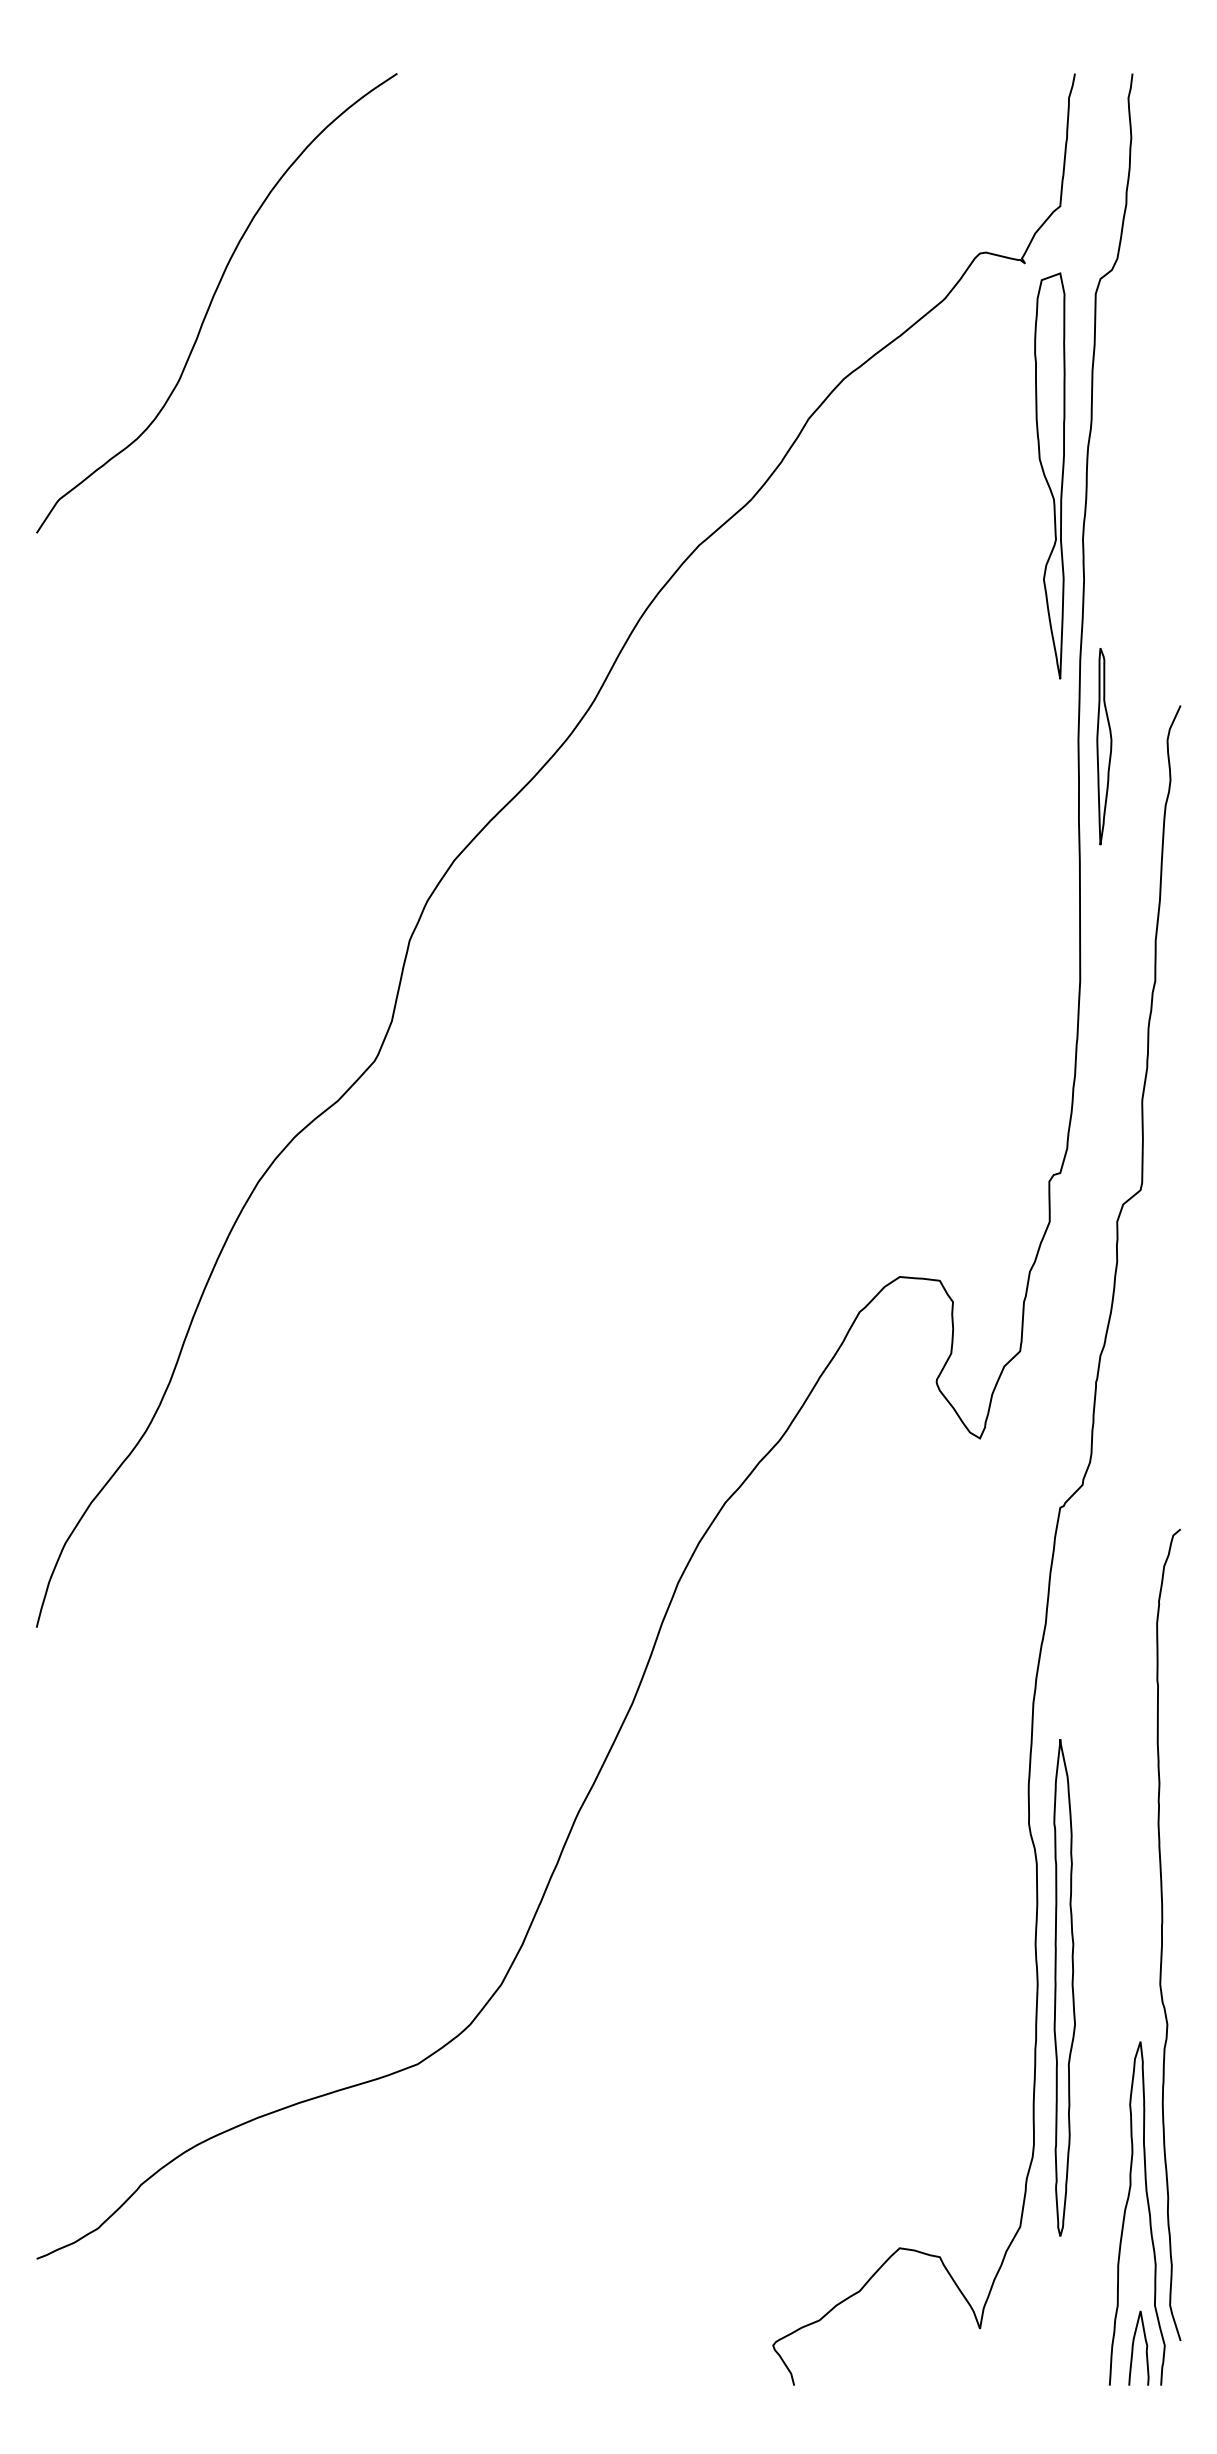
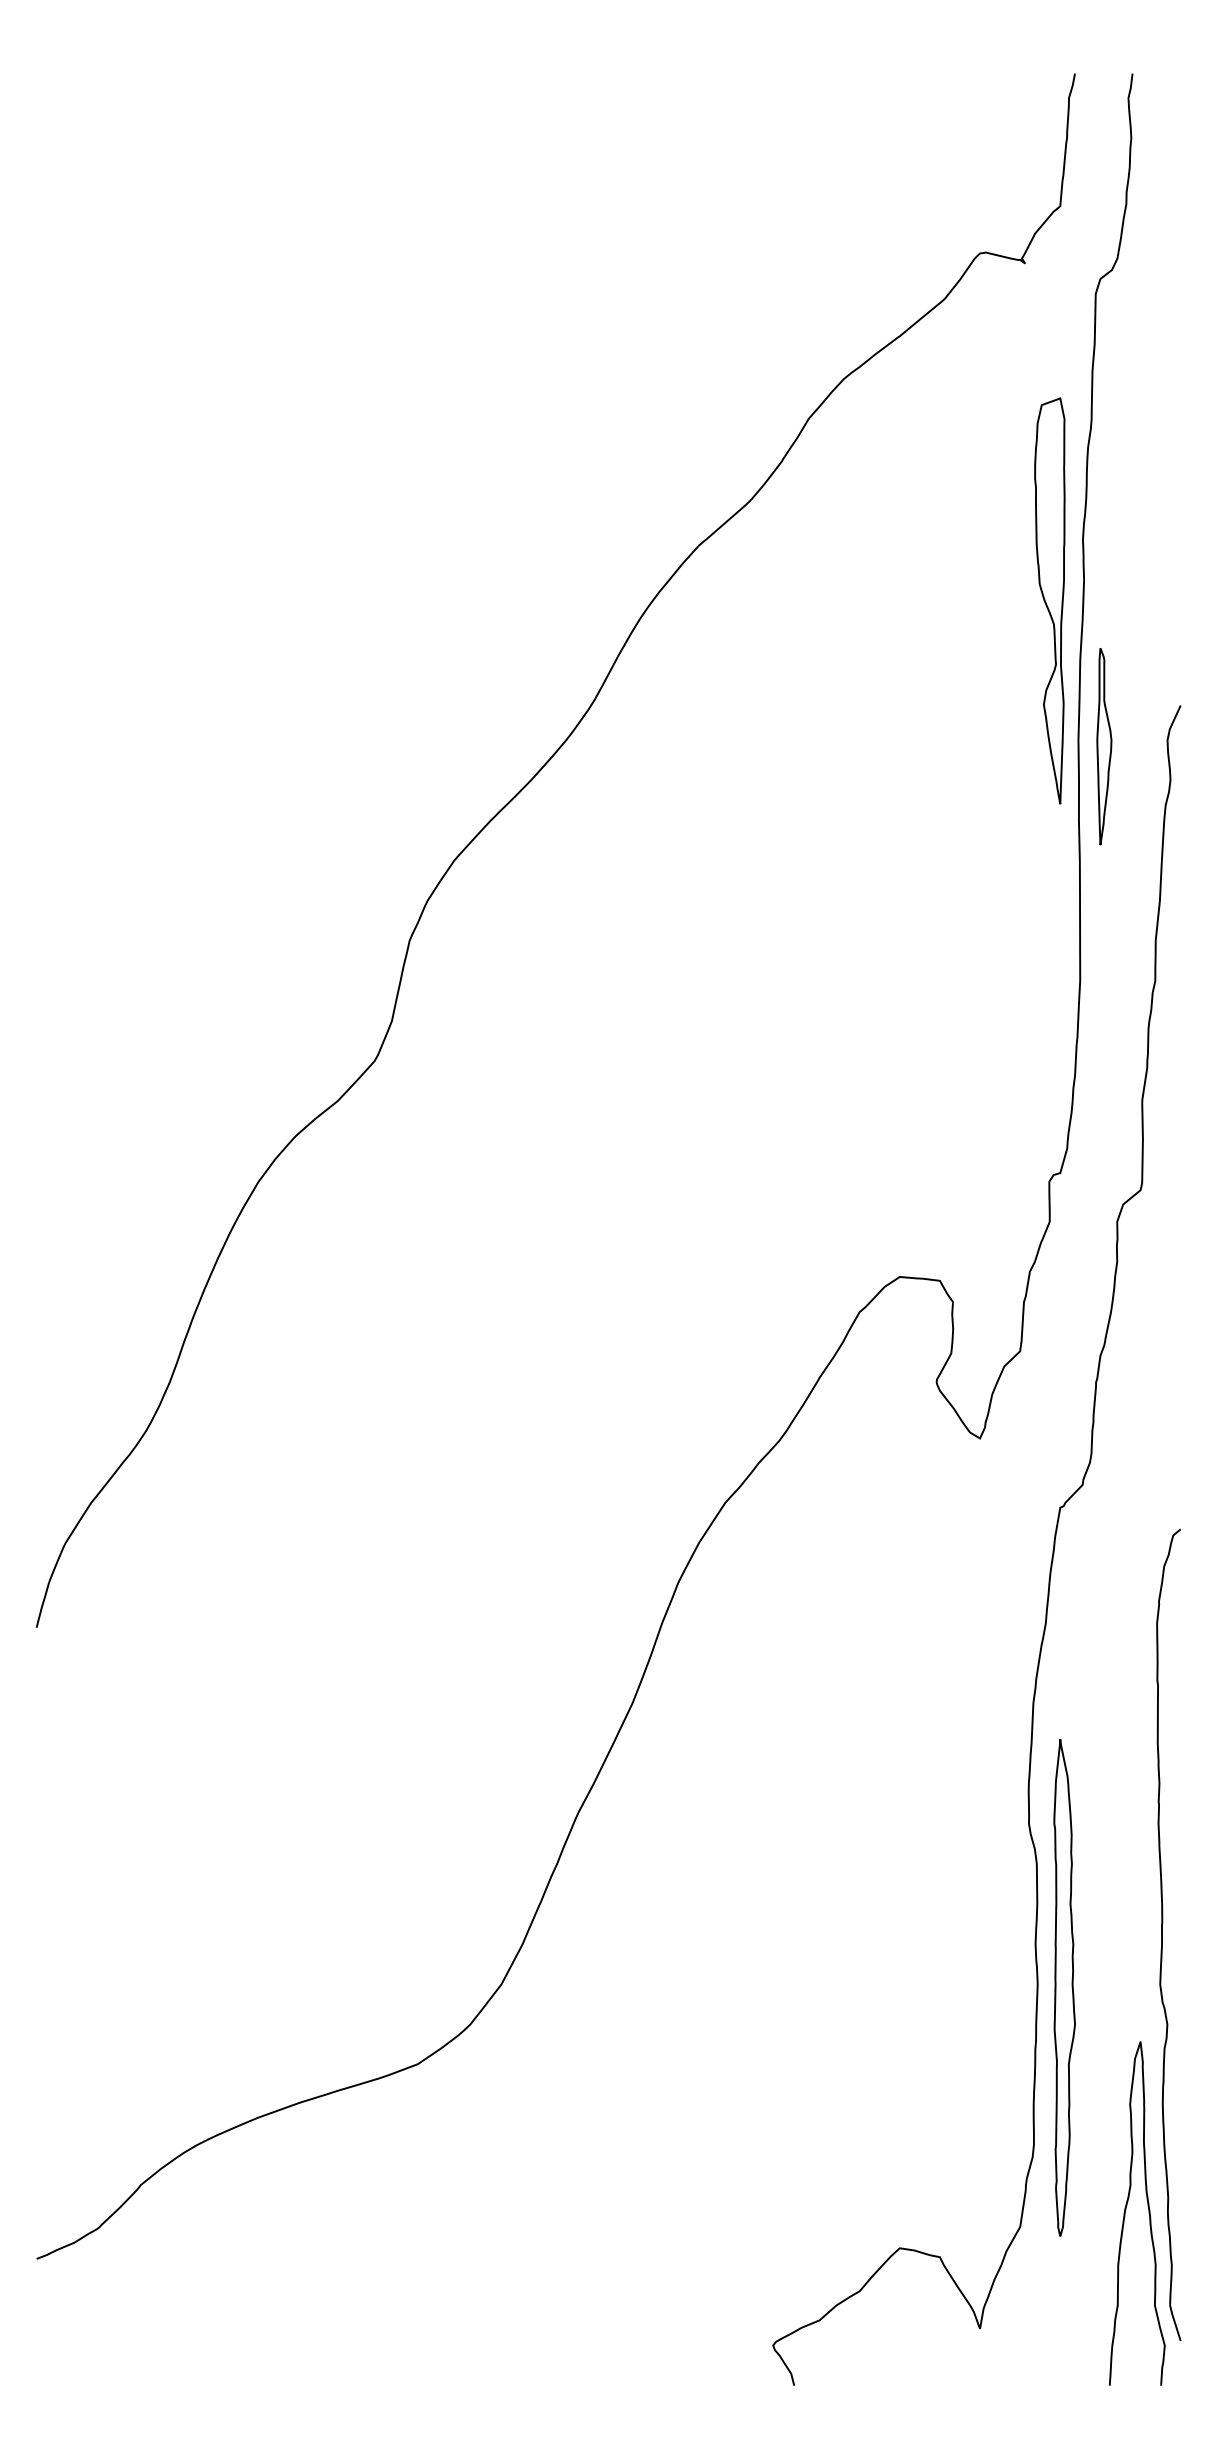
curve at (212, 301): present -> none
part at (1049, 475) position: (1049, 475) -> (1049, 600)
curve at (1133, 2347): present -> none
